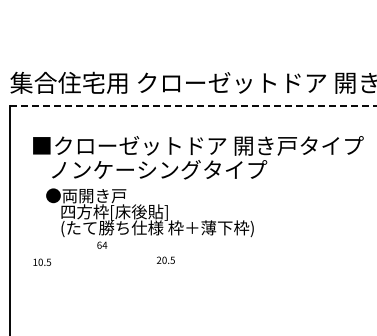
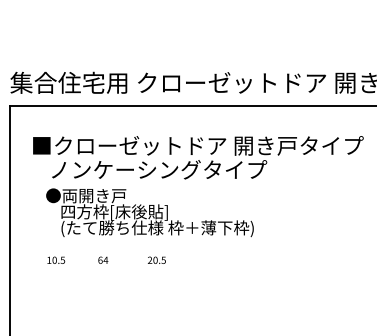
line at (193, 106): dashed -> solid
text at (102, 244) position: (102, 244) -> (103, 259)
text at (165, 259) position: (165, 259) -> (156, 259)
text at (42, 261) position: (42, 261) -> (56, 259)
